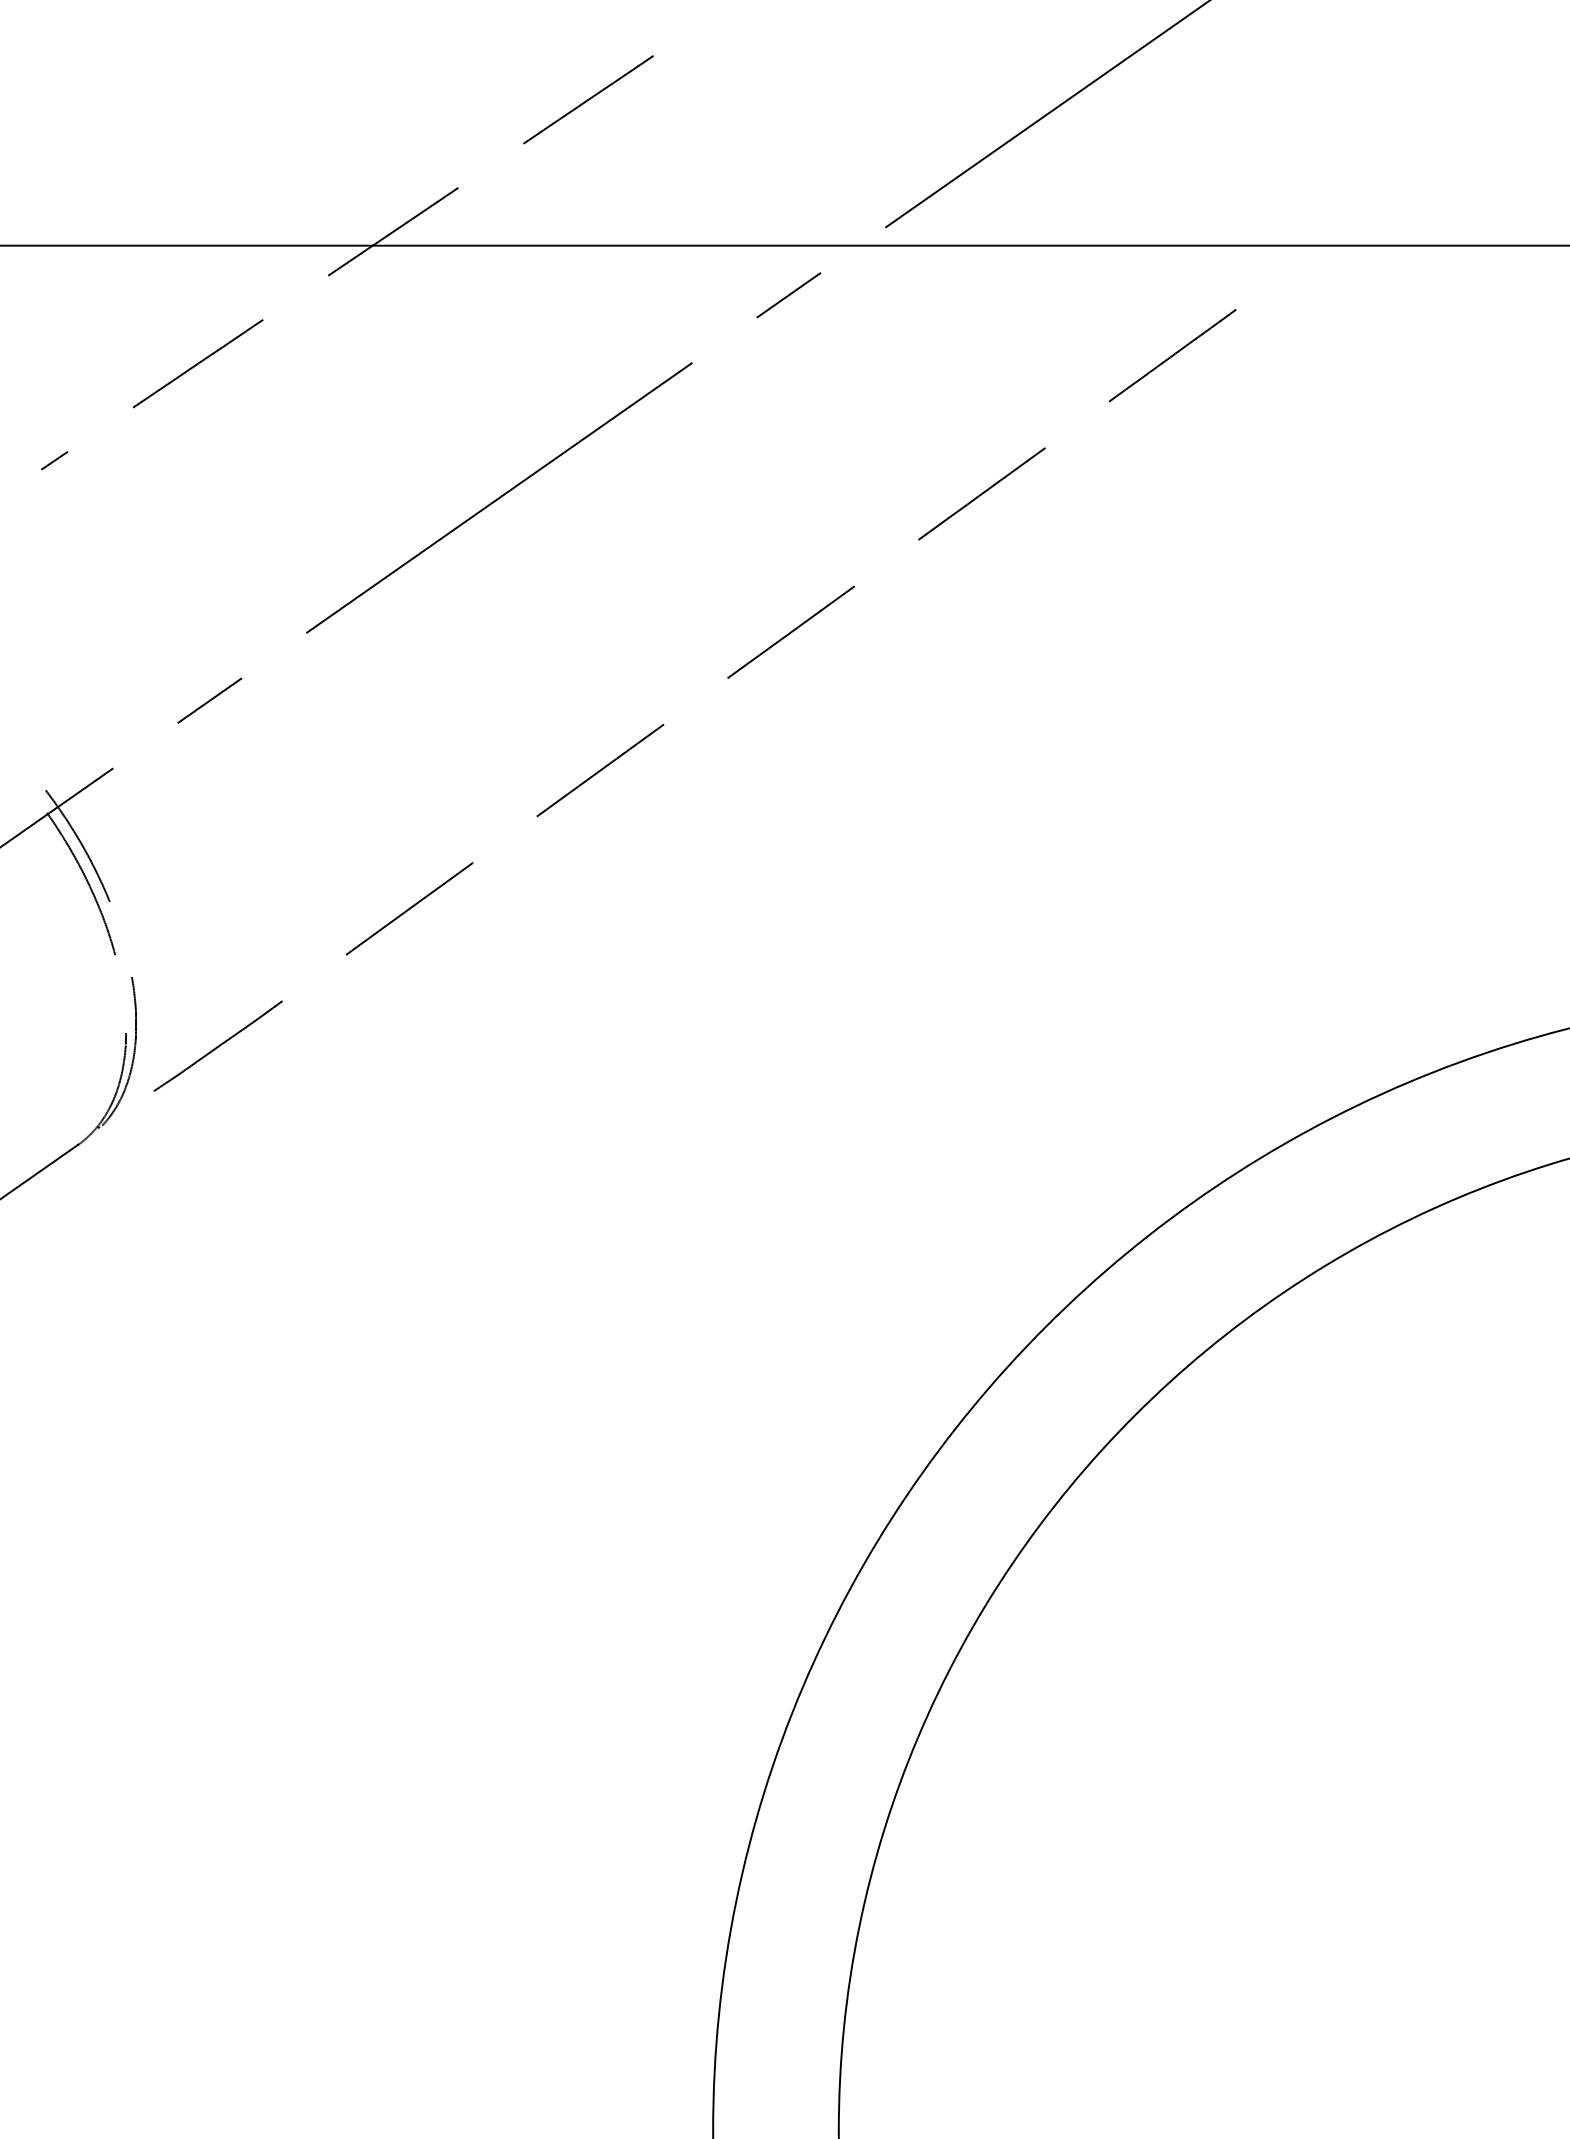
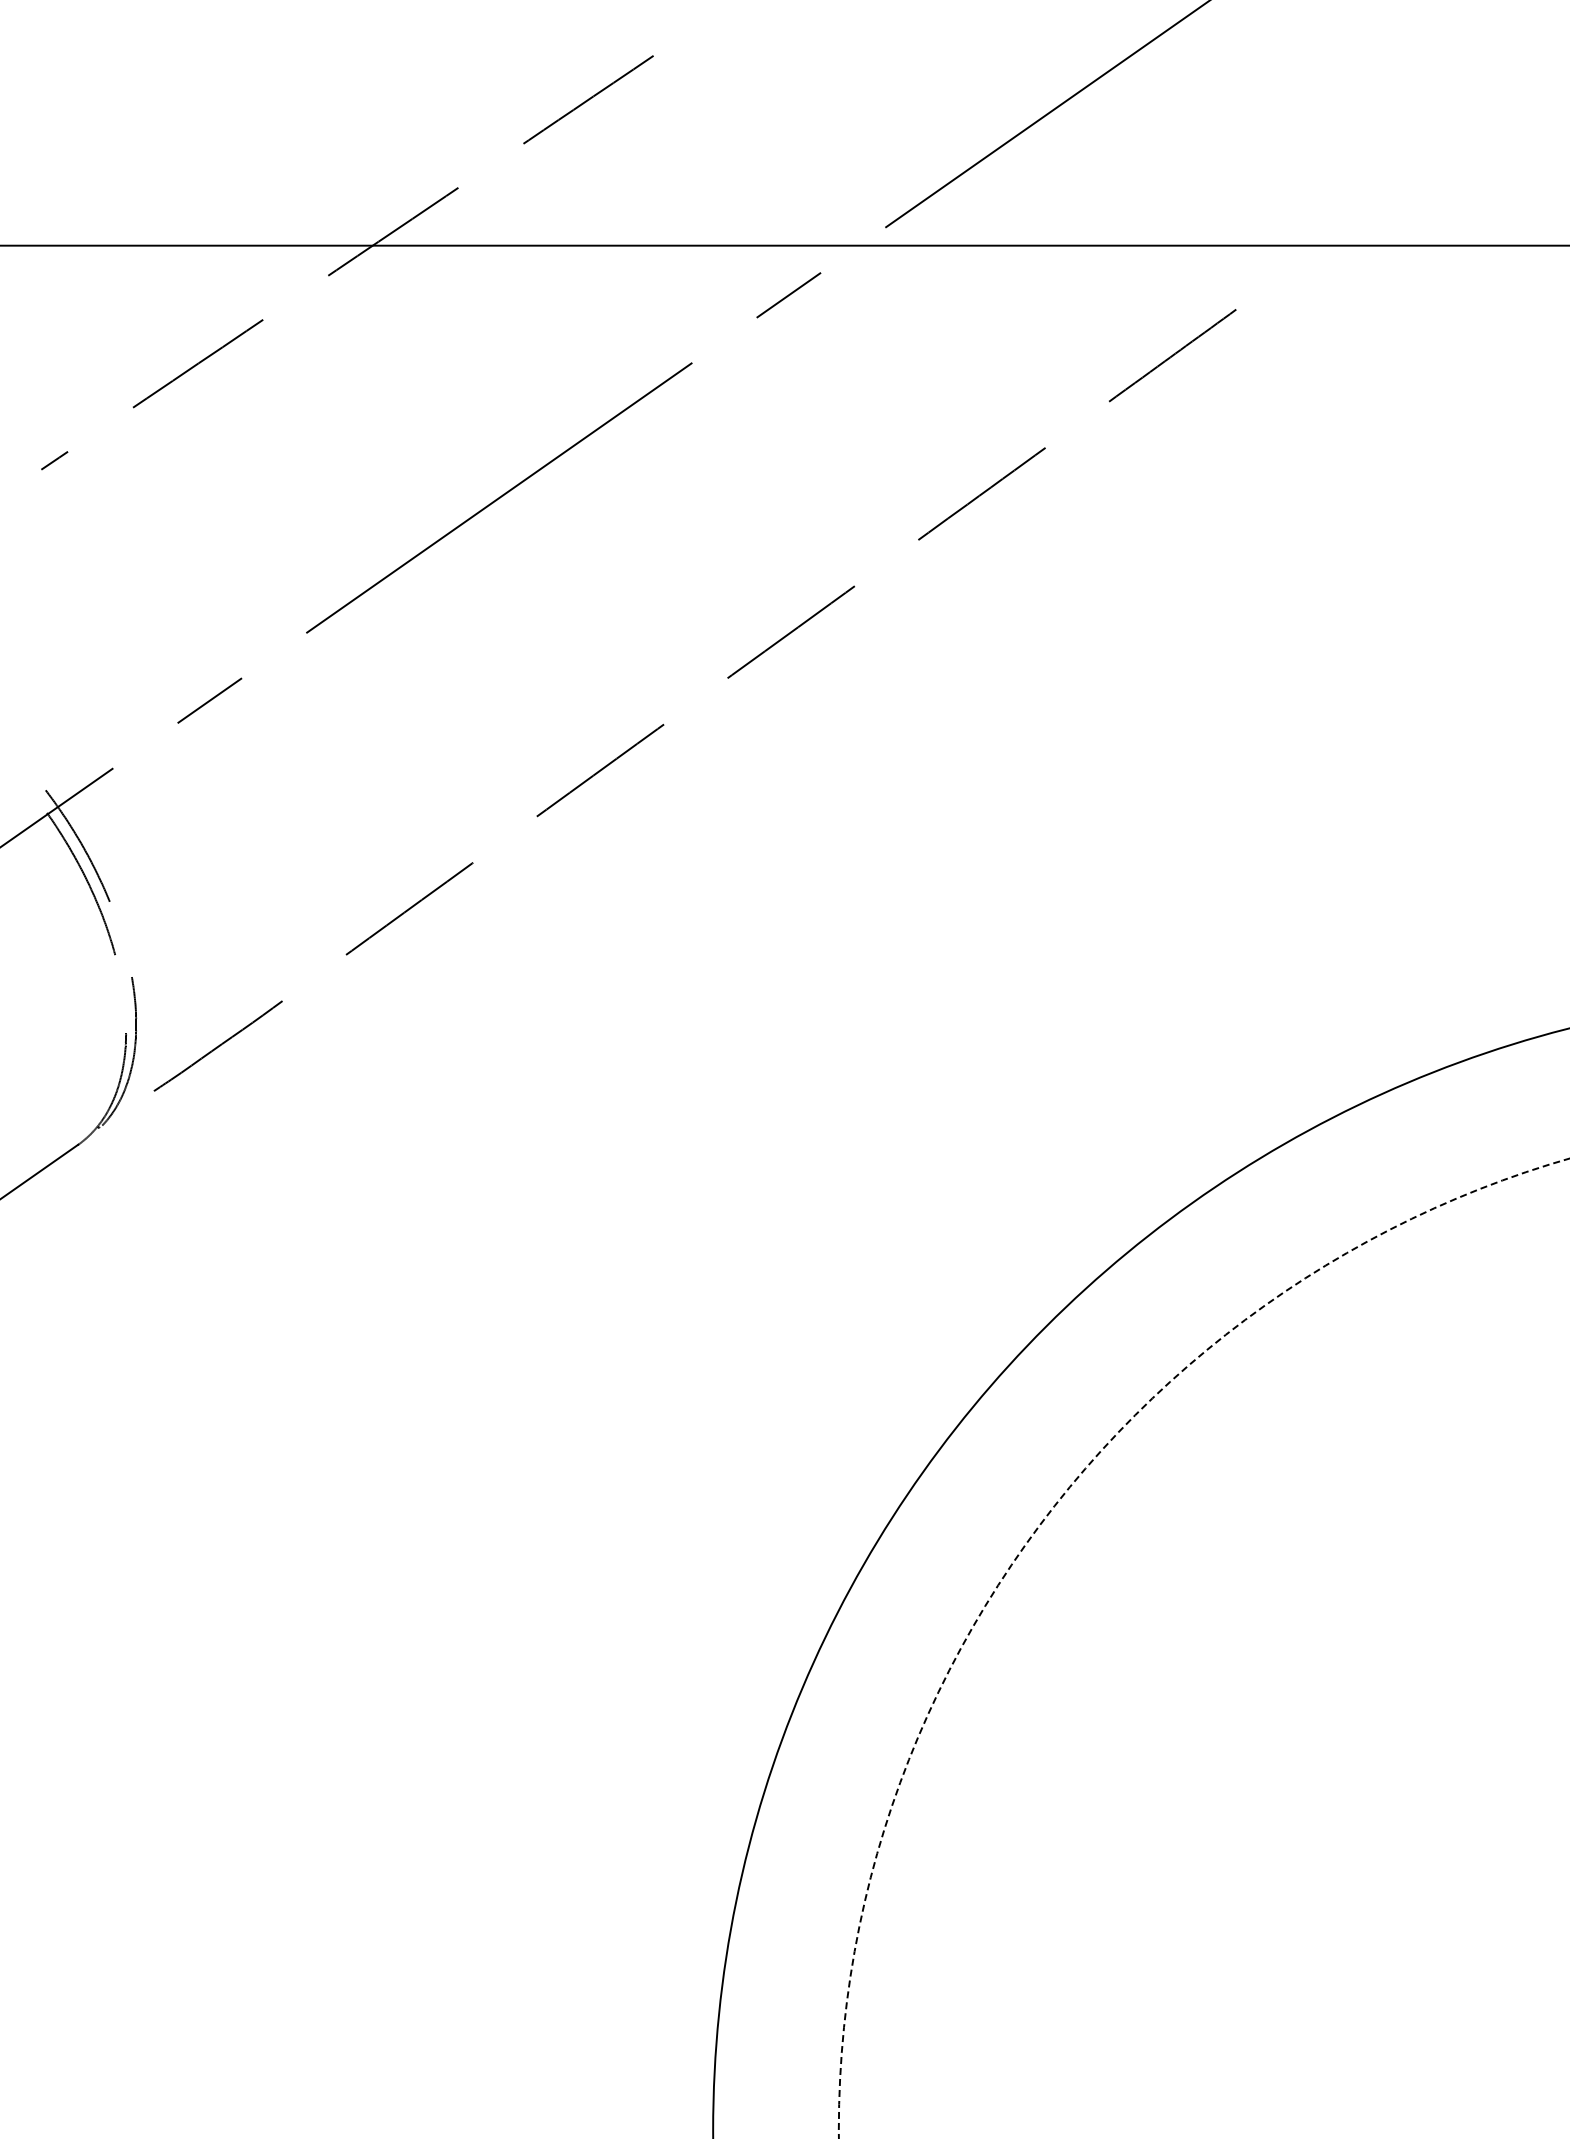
circle at (1203, 1648): solid -> dashed
